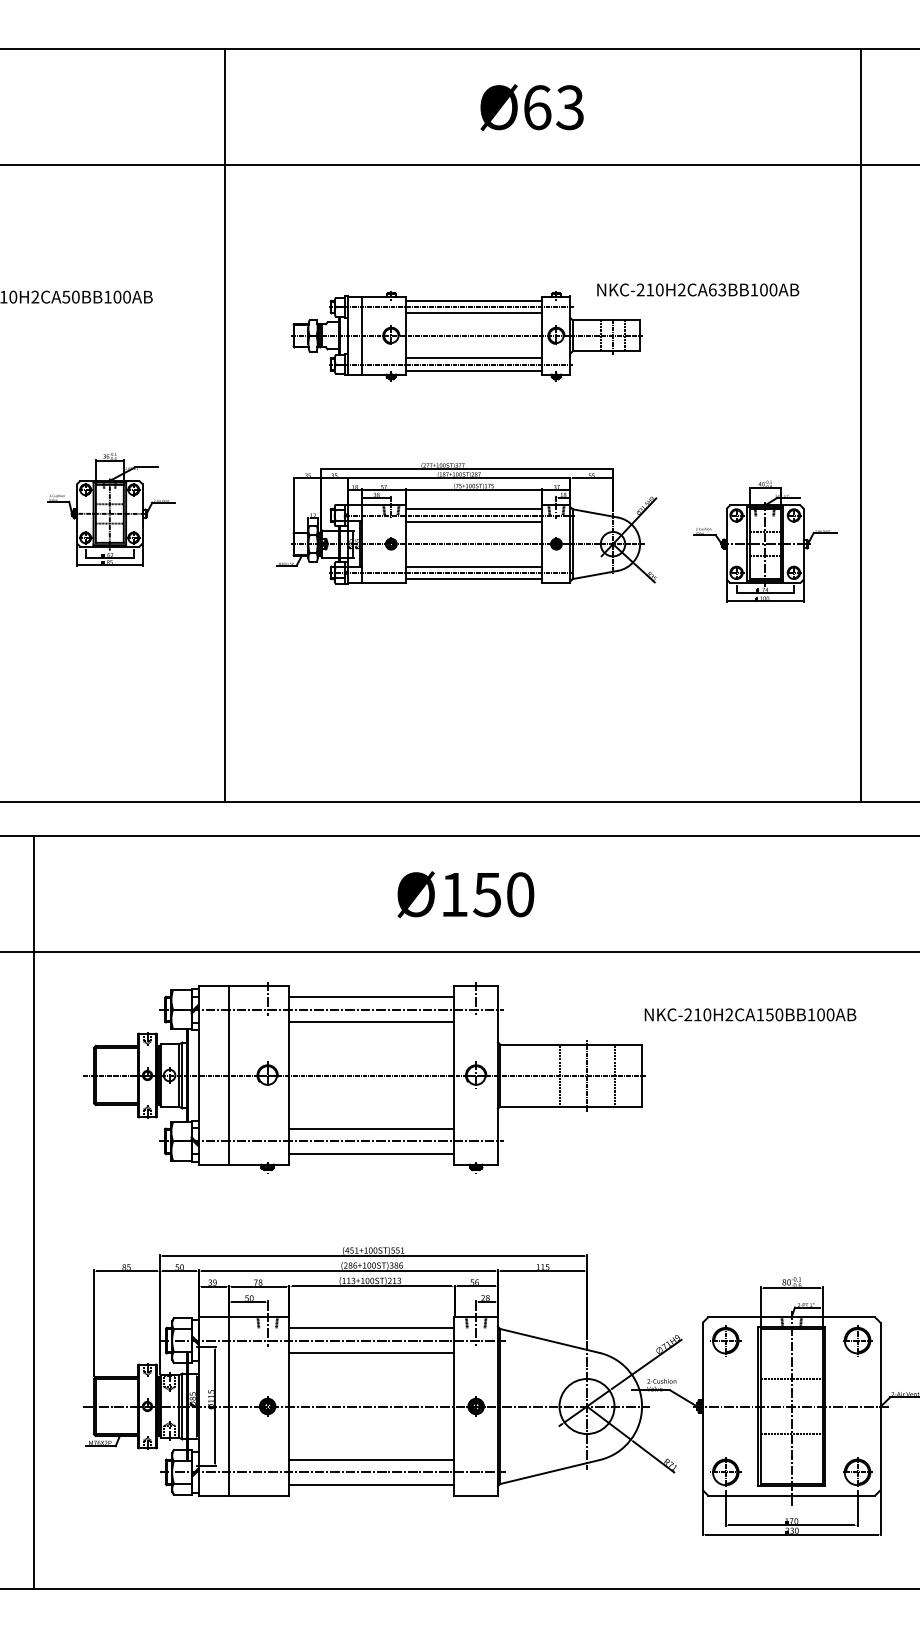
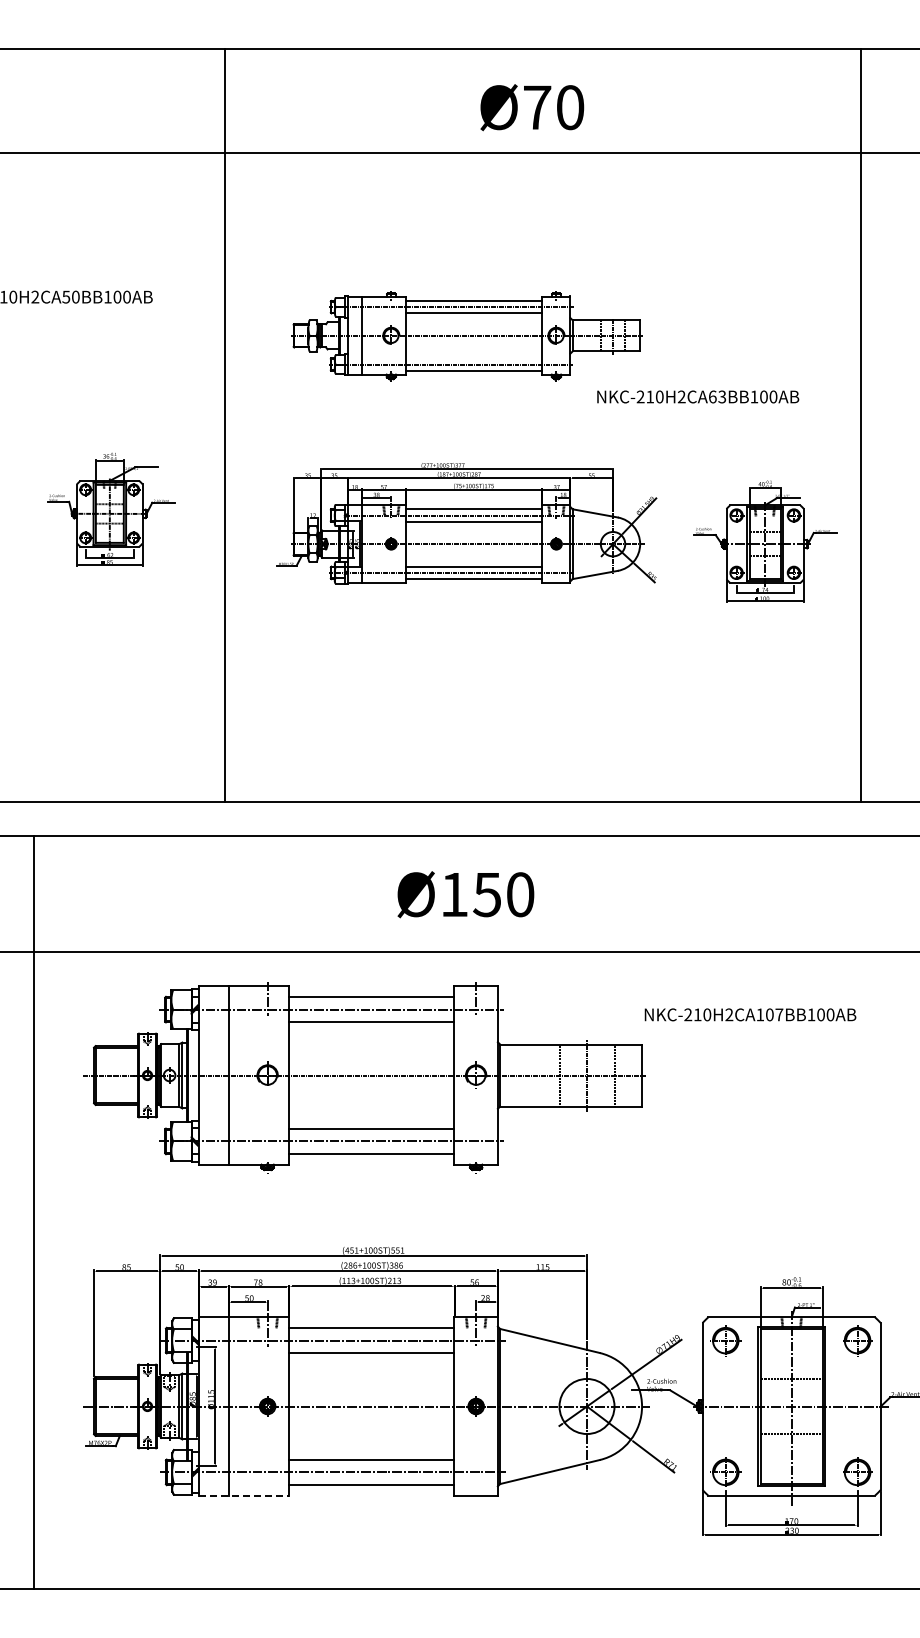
text at (554, 107): Ø63 -> Ø70
line at (459, 165) position: (459, 165) -> (459, 153)
text at (698, 289) position: (698, 289) -> (698, 396)
line at (473, 358): present -> none
text at (774, 1014): NKC-210H2CA150BB100AB -> NKC-210H2CA107BB100AB
line at (244, 1495): solid -> dashed
